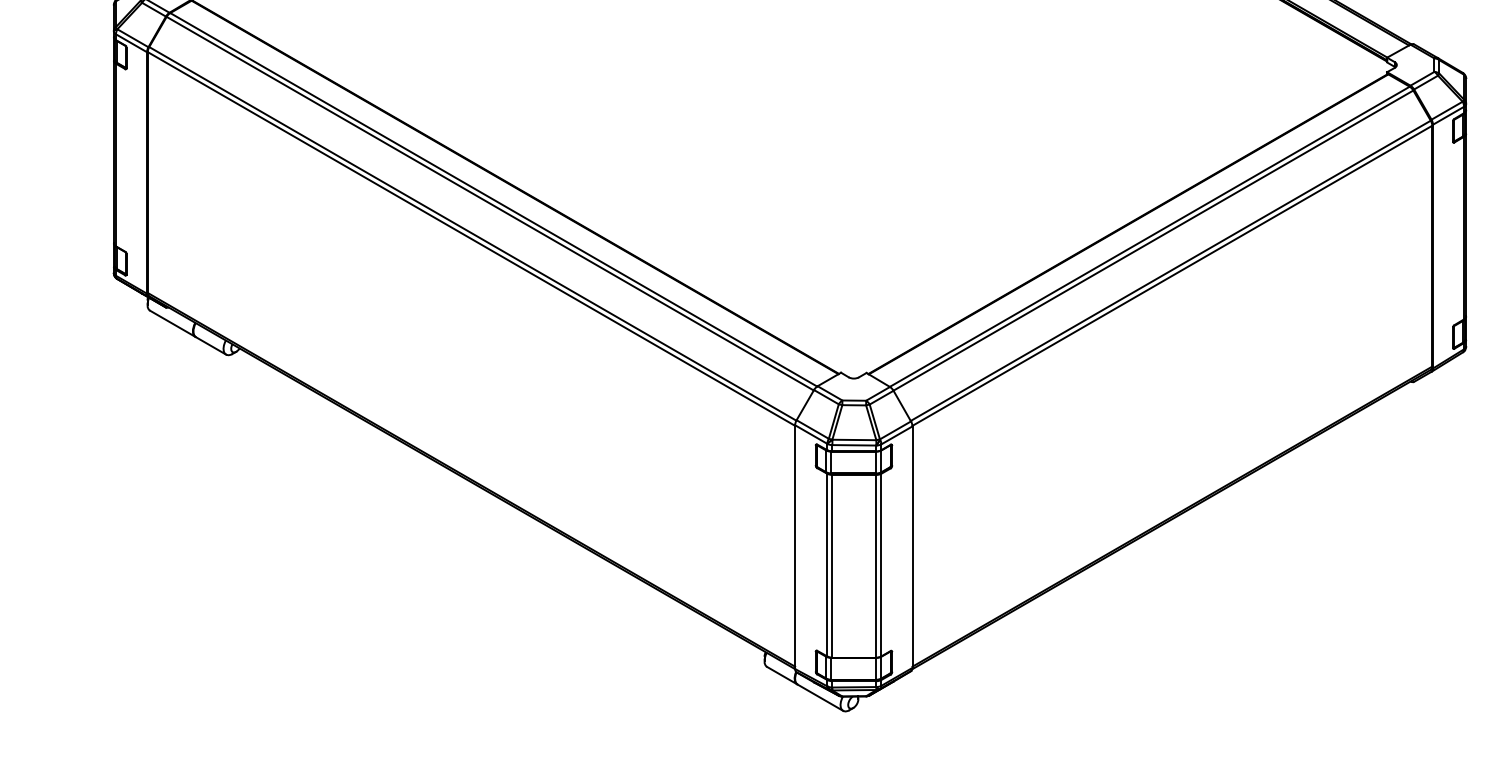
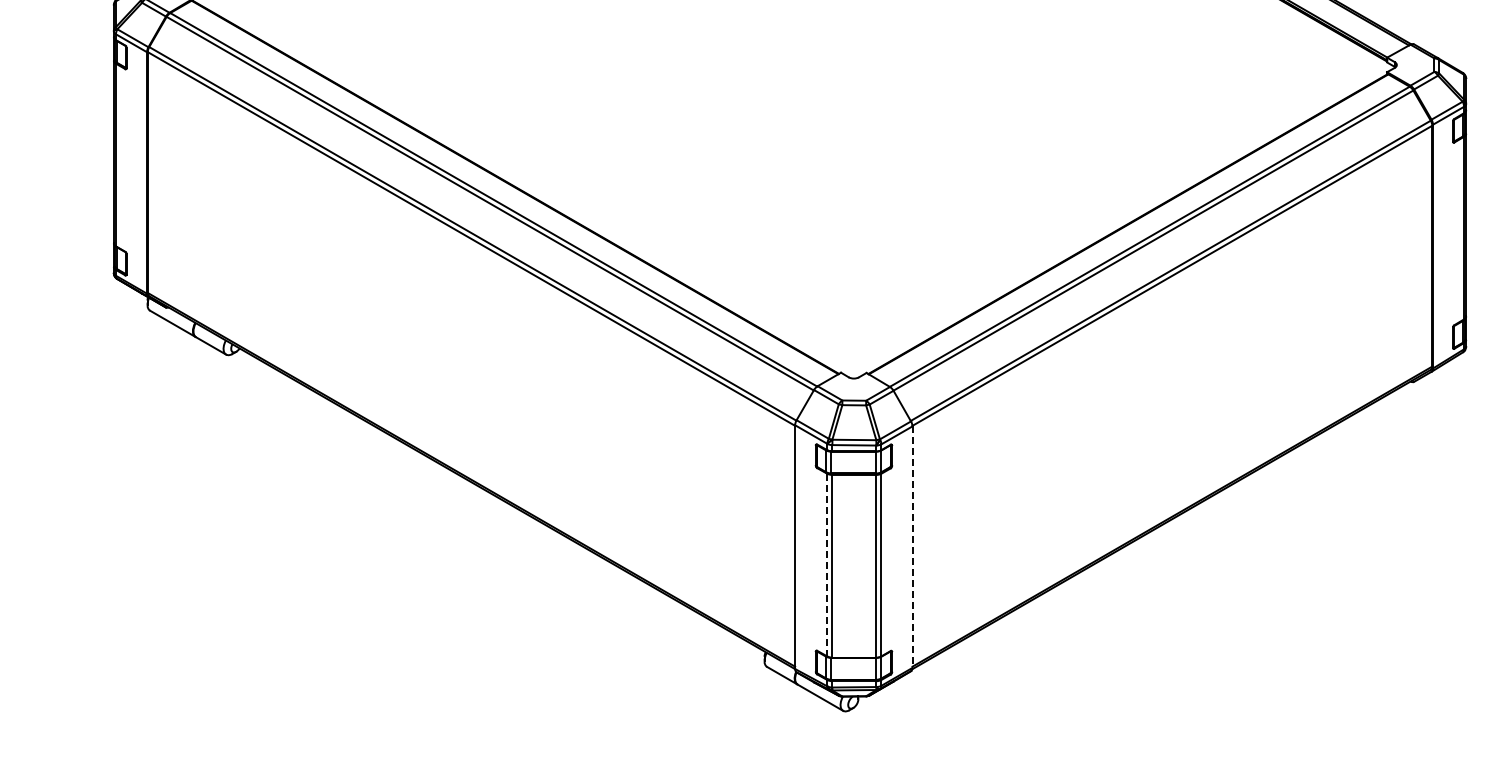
line at (912, 547): solid -> dashed
line at (827, 565): solid -> dashed
